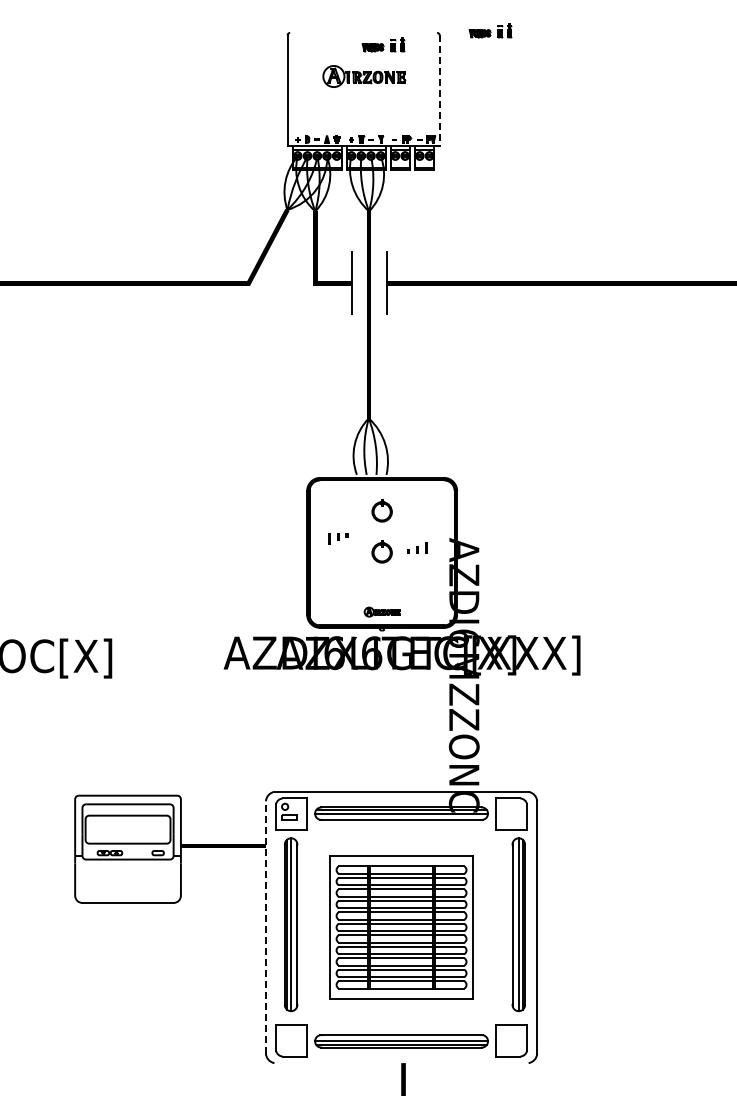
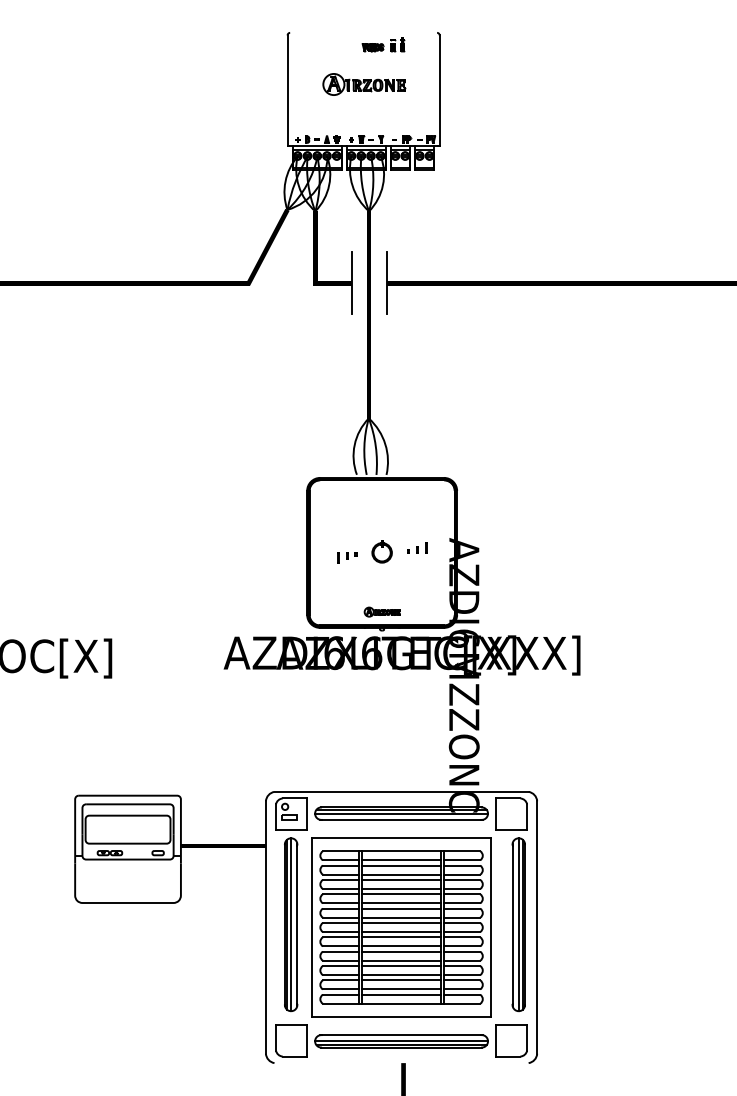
part at (490, 30): present -> none
part at (364, 76) position: (364, 76) -> (364, 84)
line at (439, 91): dashed -> solid
part at (381, 510): present -> none
part at (338, 538) position: (338, 538) -> (347, 557)
line at (265, 927): dashed -> solid
part at (401, 927) size: 145x145 px -> 181x181 px
